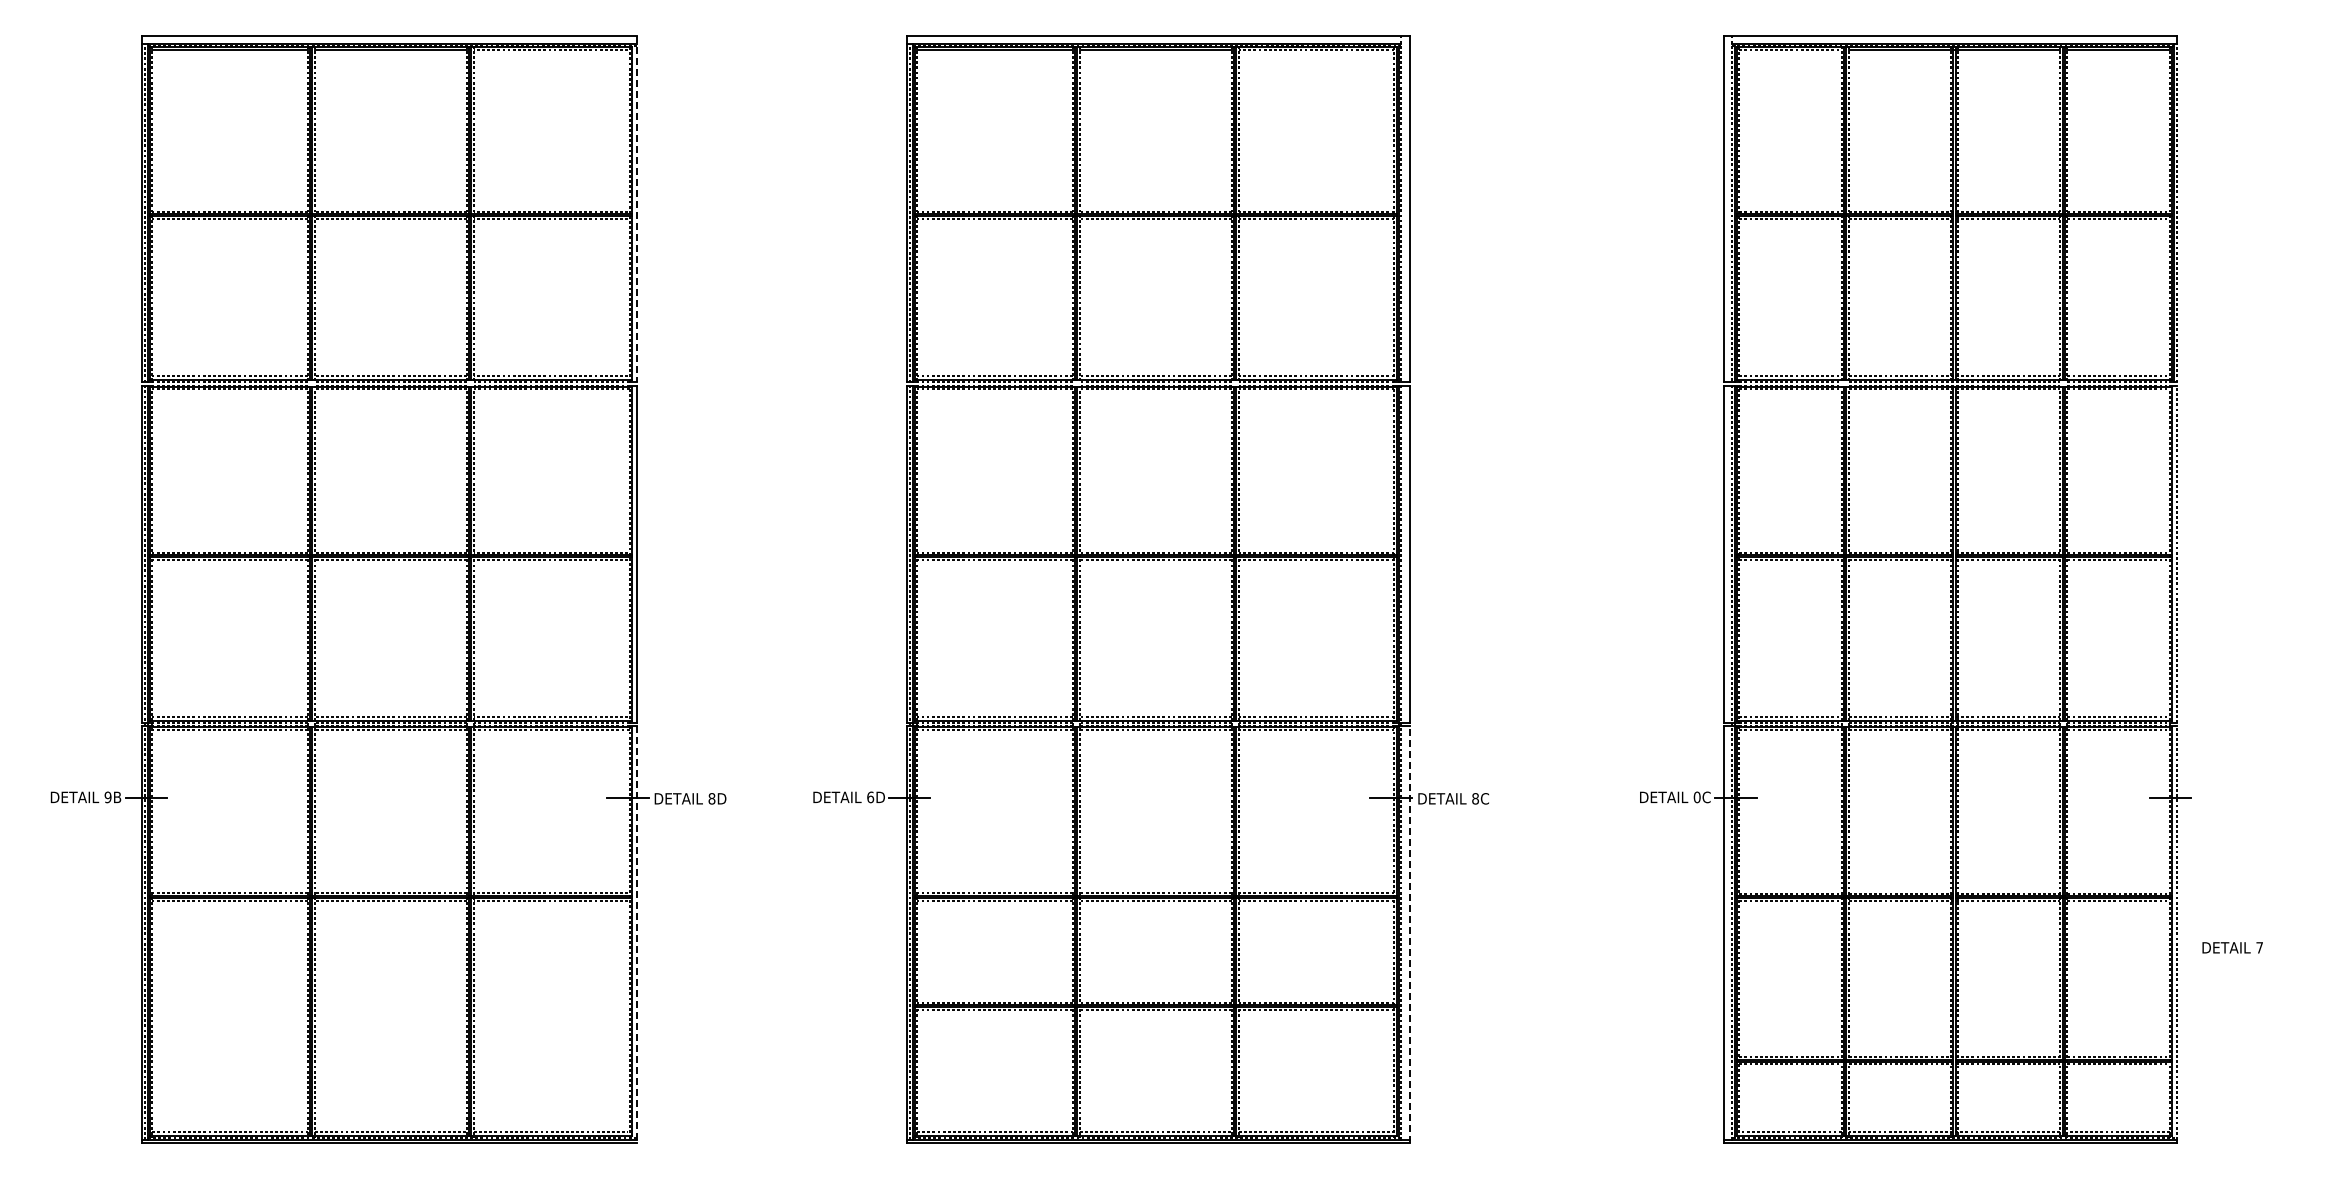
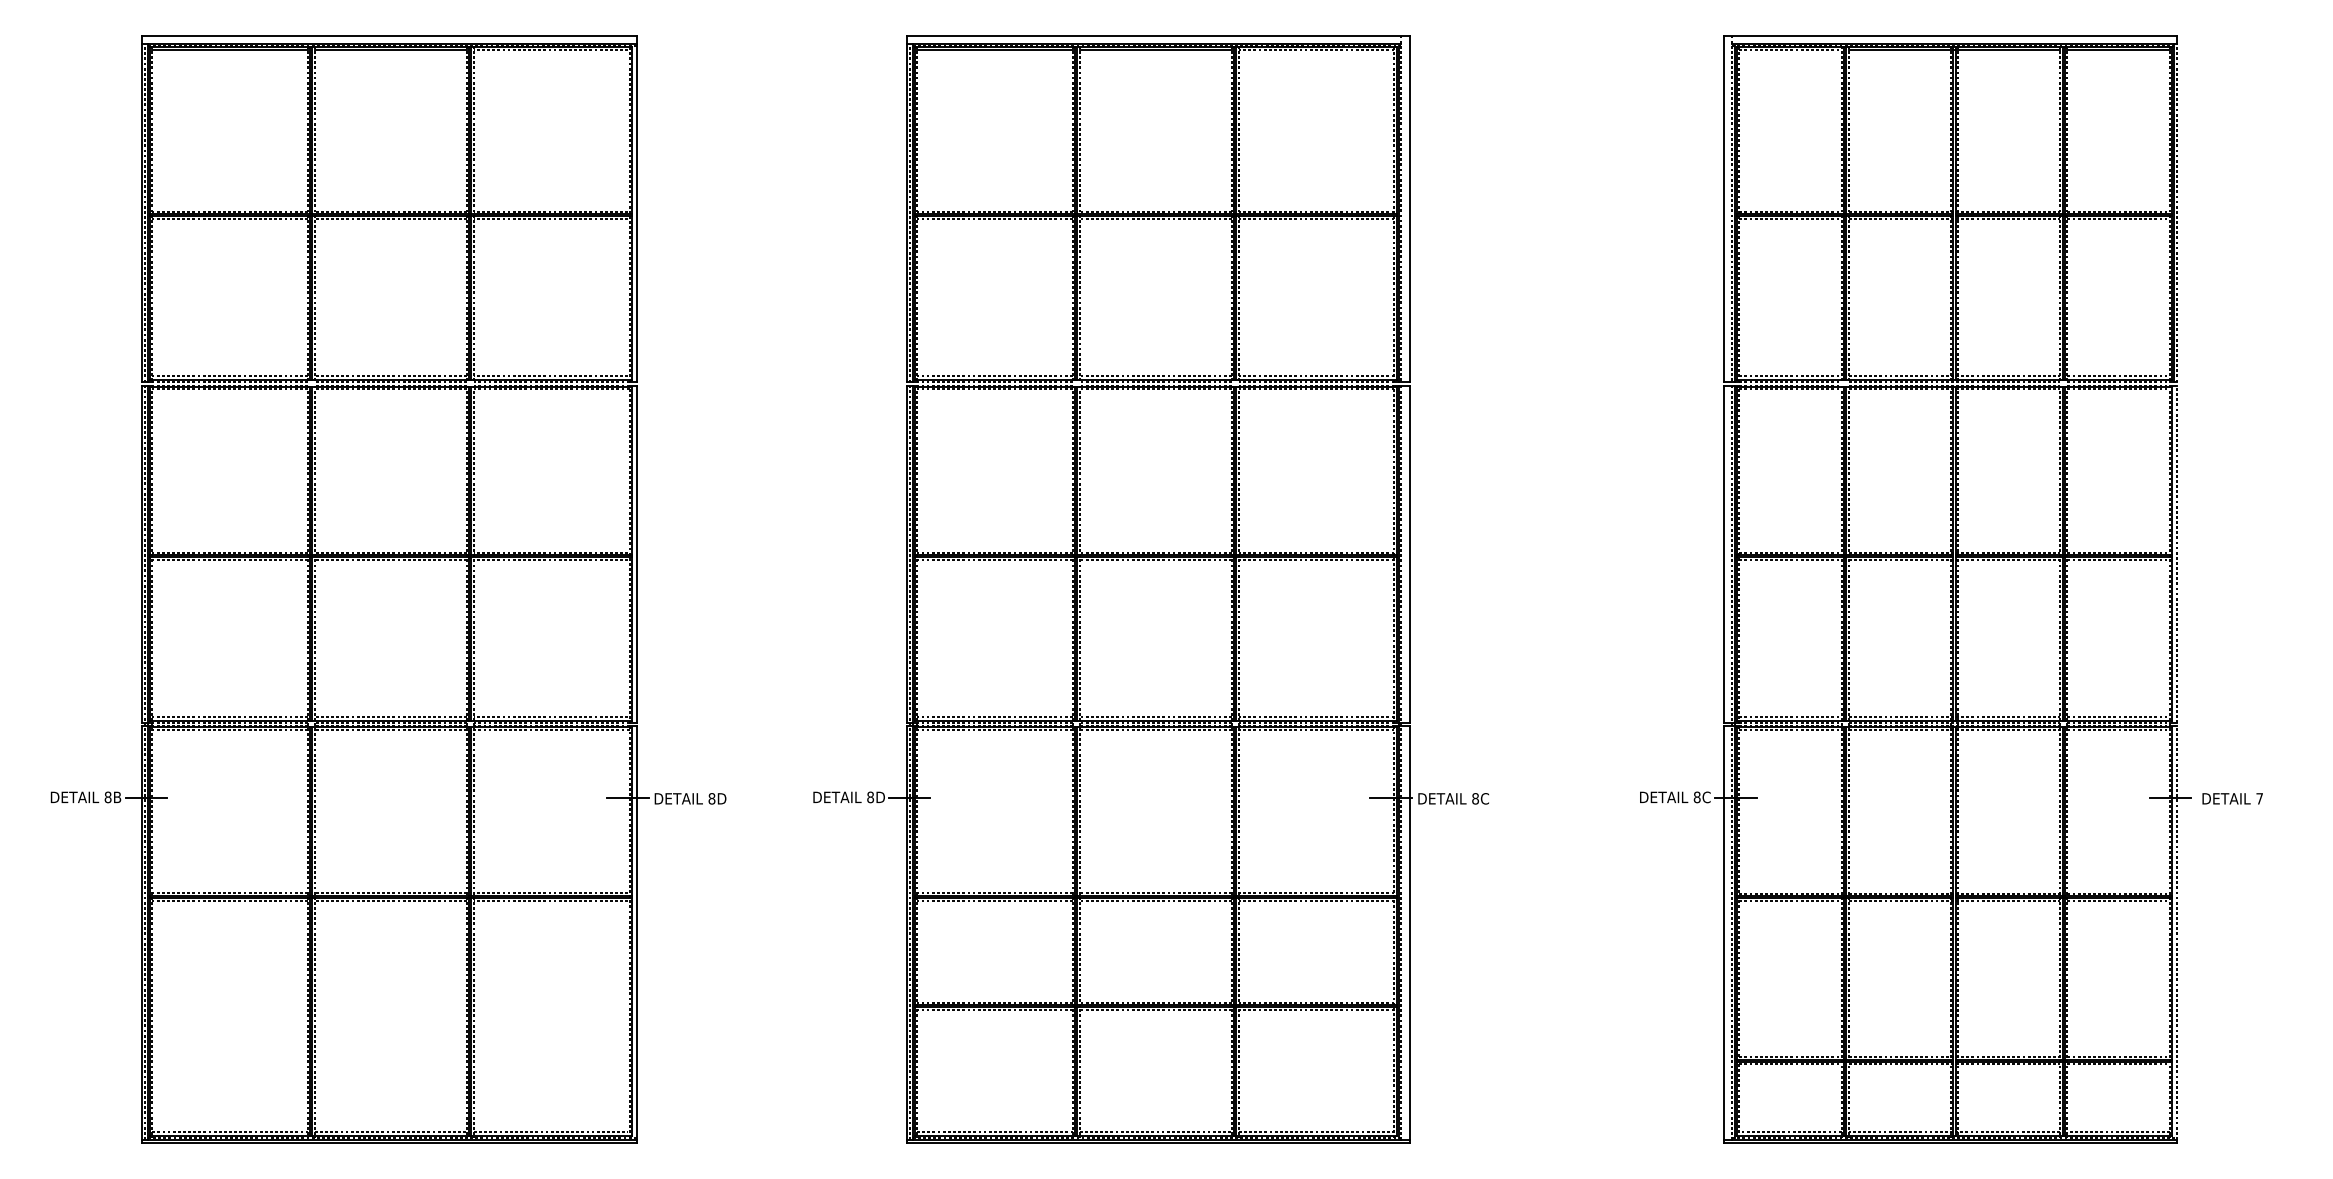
line at (636, 209): dashed -> solid
text at (1696, 796): 0C -> 8C
text at (107, 797): 9B -> 8B
text at (870, 797): 6D -> 8D
line at (1409, 934): dashed -> solid
line at (636, 935): dashed -> solid
text at (2232, 947) position: (2232, 947) -> (2232, 798)
